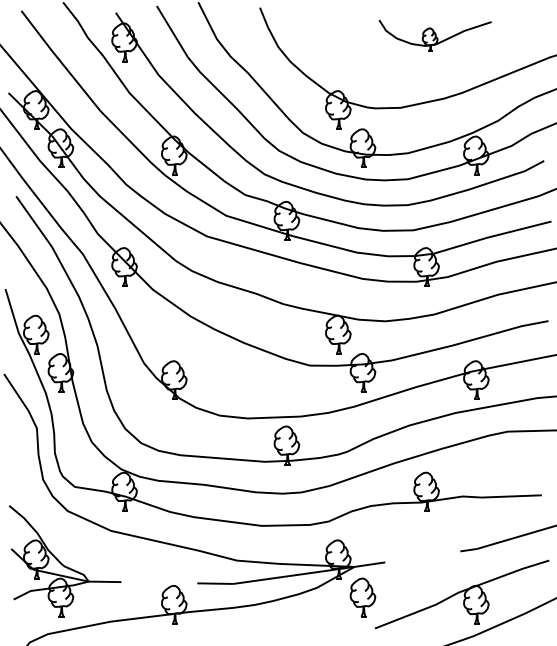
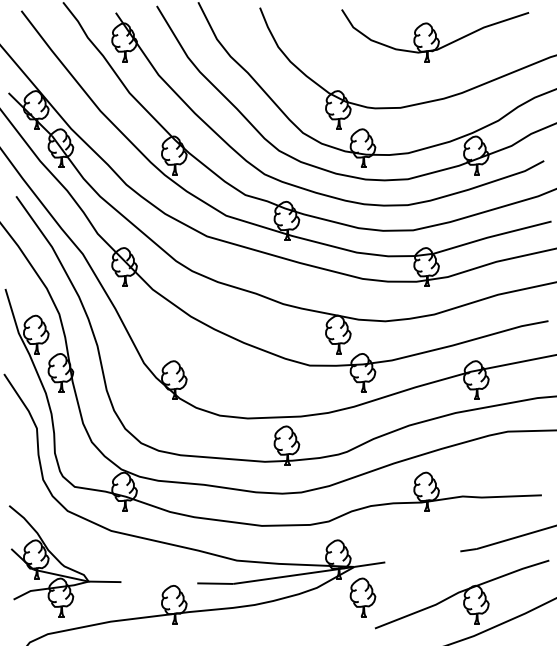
part at (434, 35) size: 114x32 px -> 189x54 px
